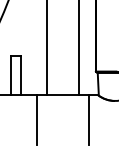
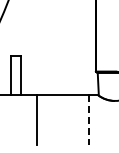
line at (46, 48): present -> none
line at (78, 48): present -> none
line at (88, 120): solid -> dashed
